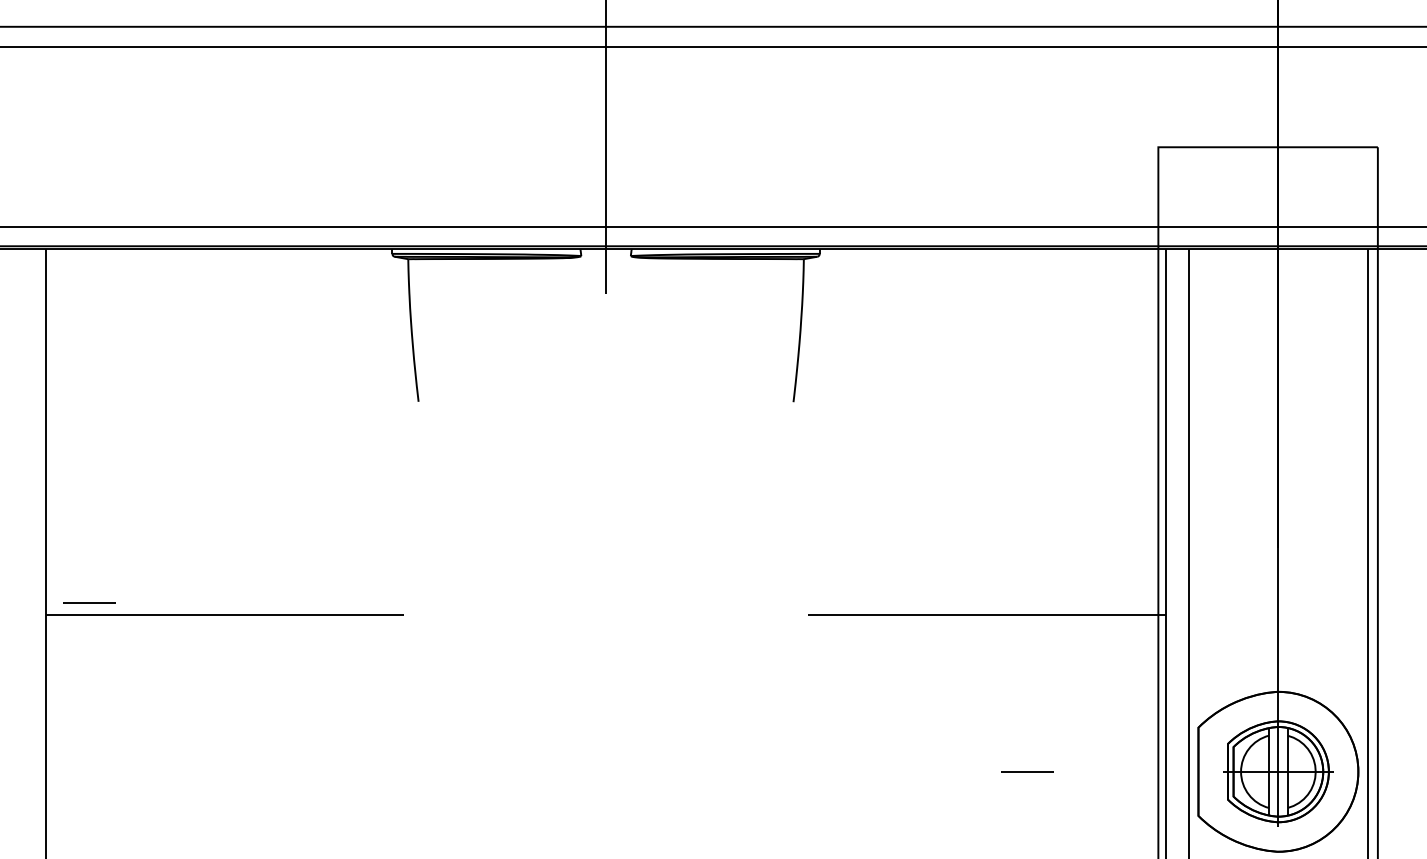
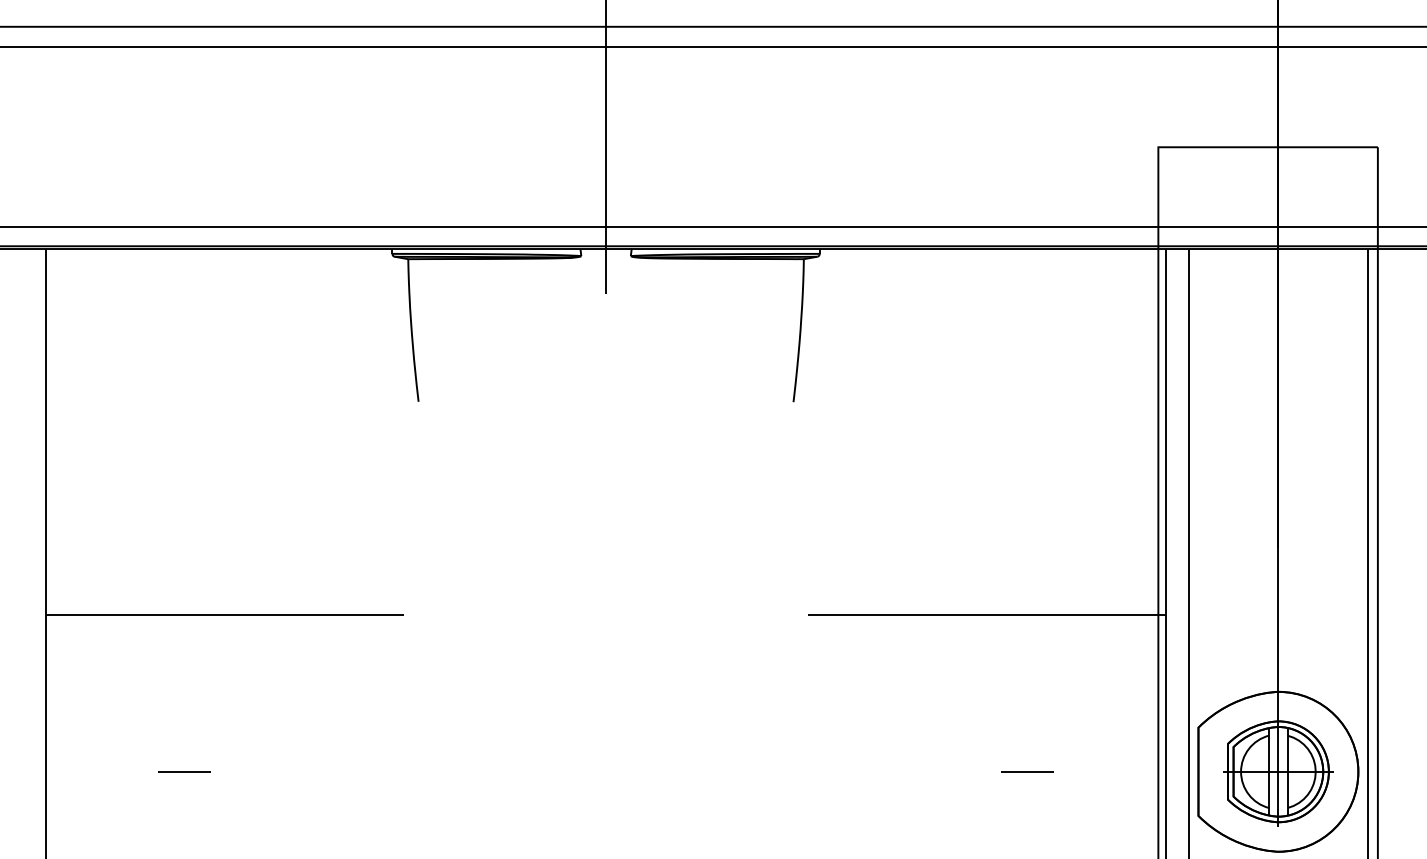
line at (89, 602) position: (89, 602) -> (184, 771)
